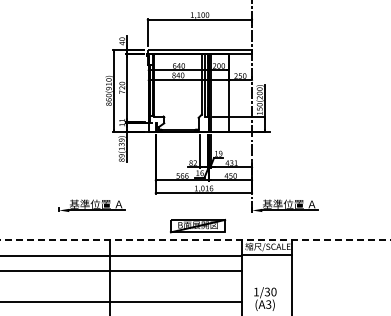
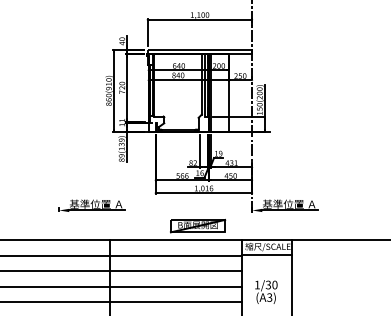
line at (195, 240): dashed -> solid
line at (122, 286): none -> present
text at (265, 298) position: (265, 298) -> (266, 291)
